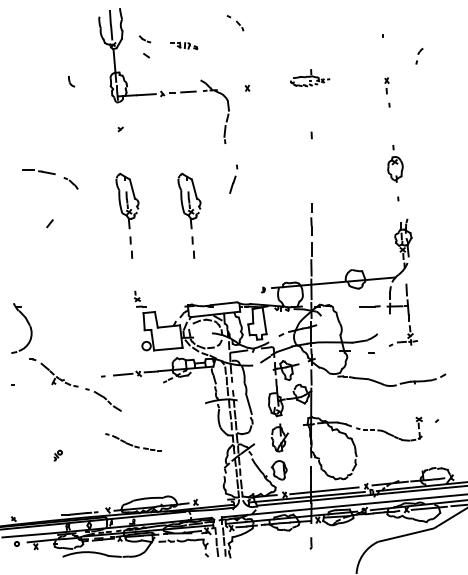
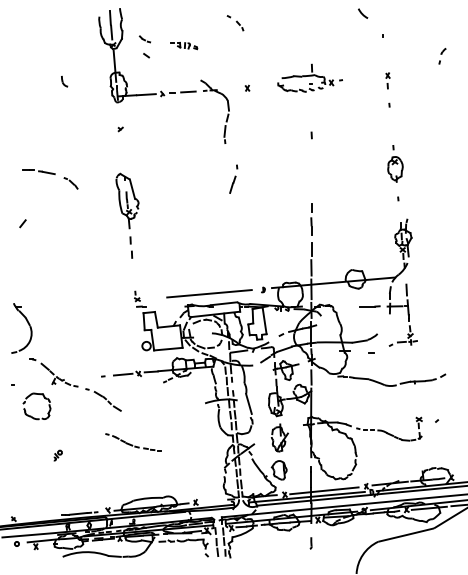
arc at (363, 13): none -> present
part at (419, 56) position: (419, 56) -> (442, 56)
part at (310, 78) size: 41x19 px -> 66x30 px
part at (71, 81) position: (71, 81) -> (64, 81)
part at (386, 85) position: (386, 85) -> (387, 80)
part at (189, 215): present -> none
line at (49, 223) position: (49, 223) -> (22, 223)
line at (209, 293): none -> present
part at (31, 415): none -> present
